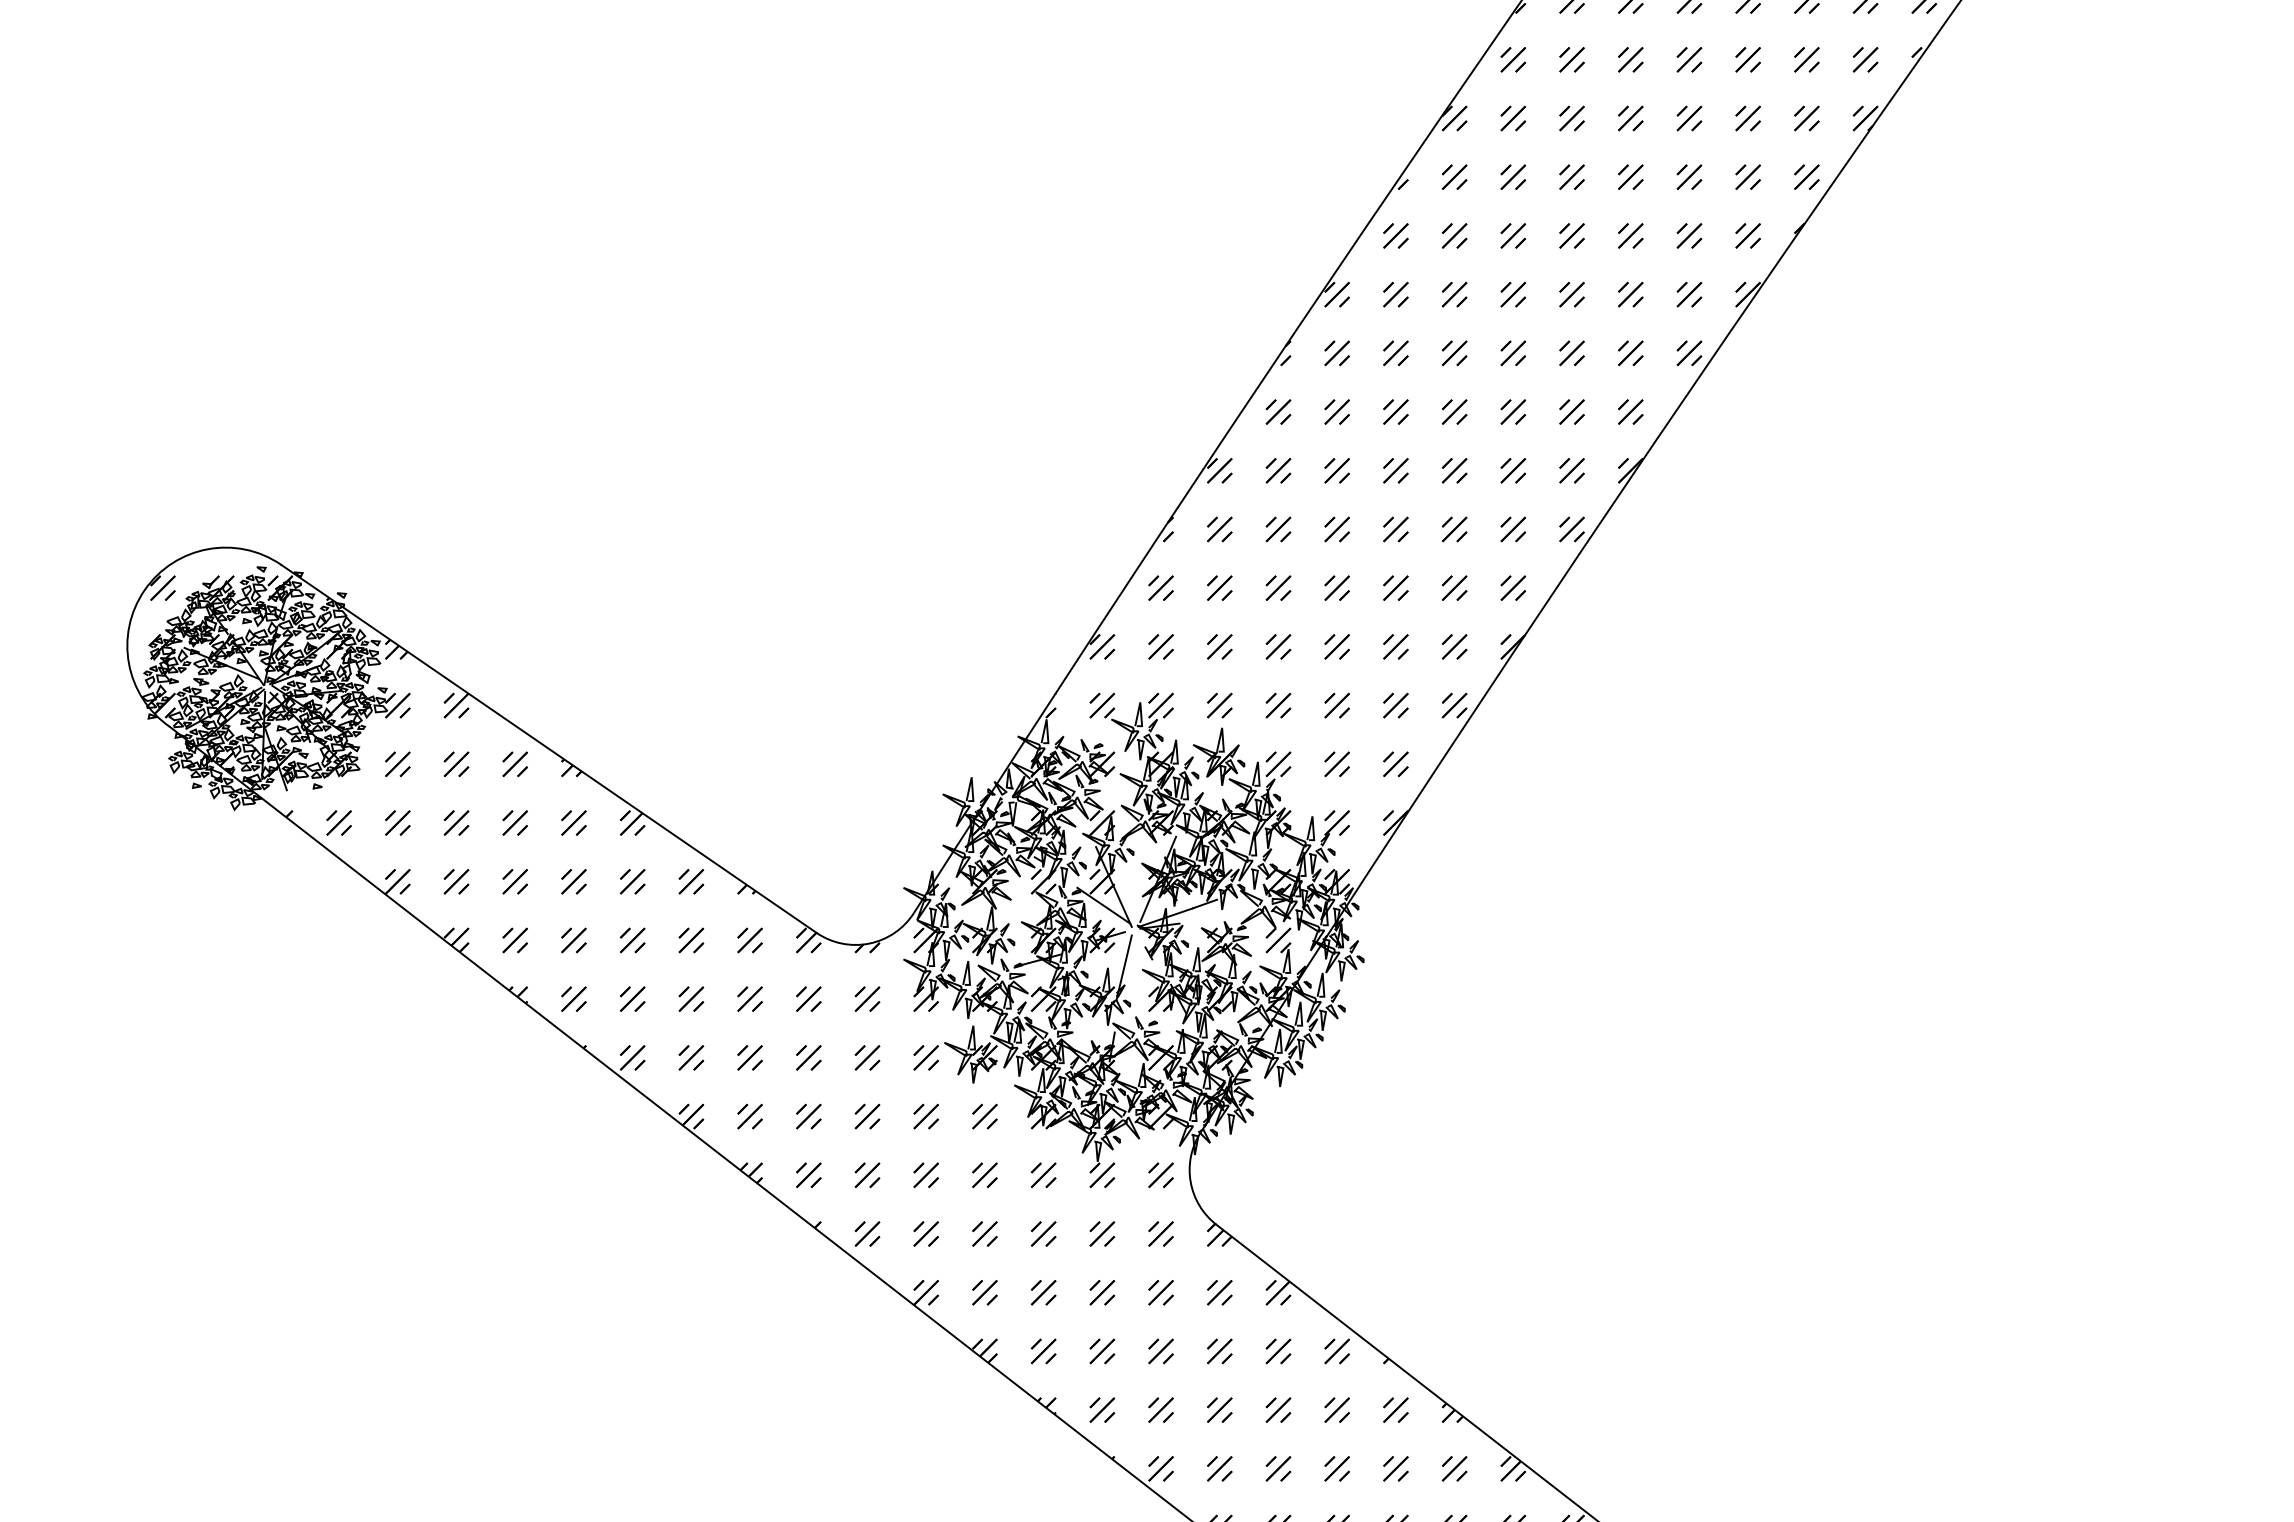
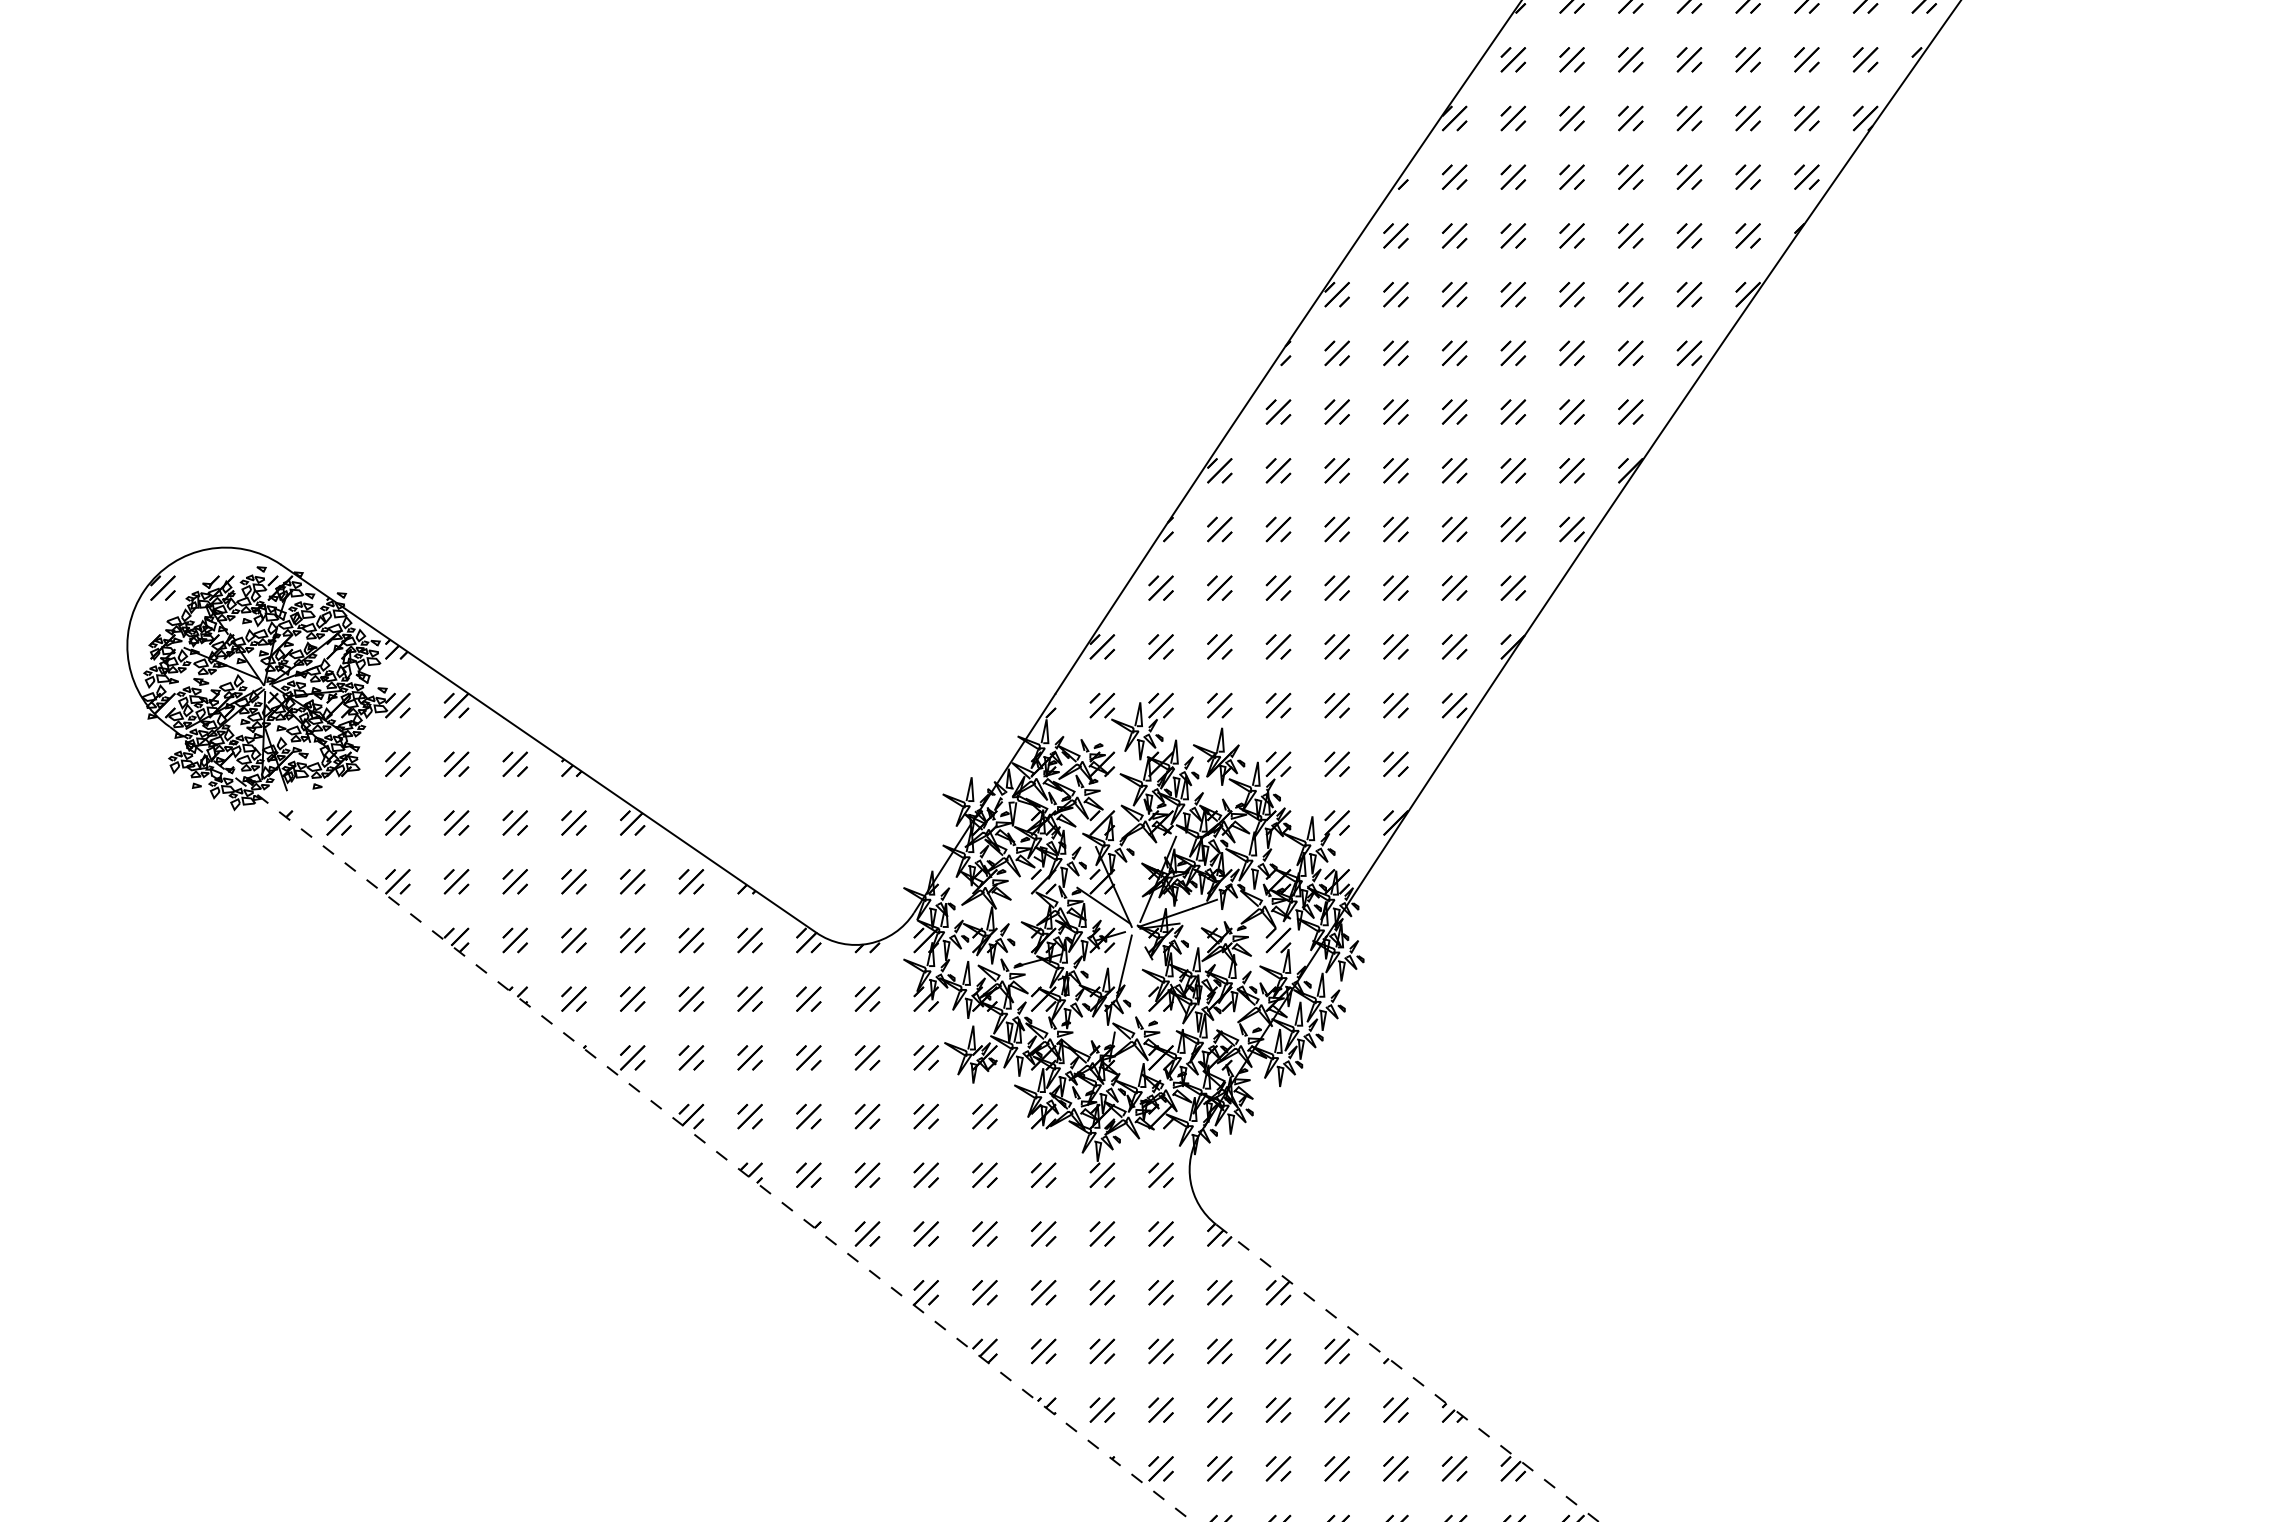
line at (681, 1124): solid -> dashed
line at (1408, 1373): solid -> dashed
